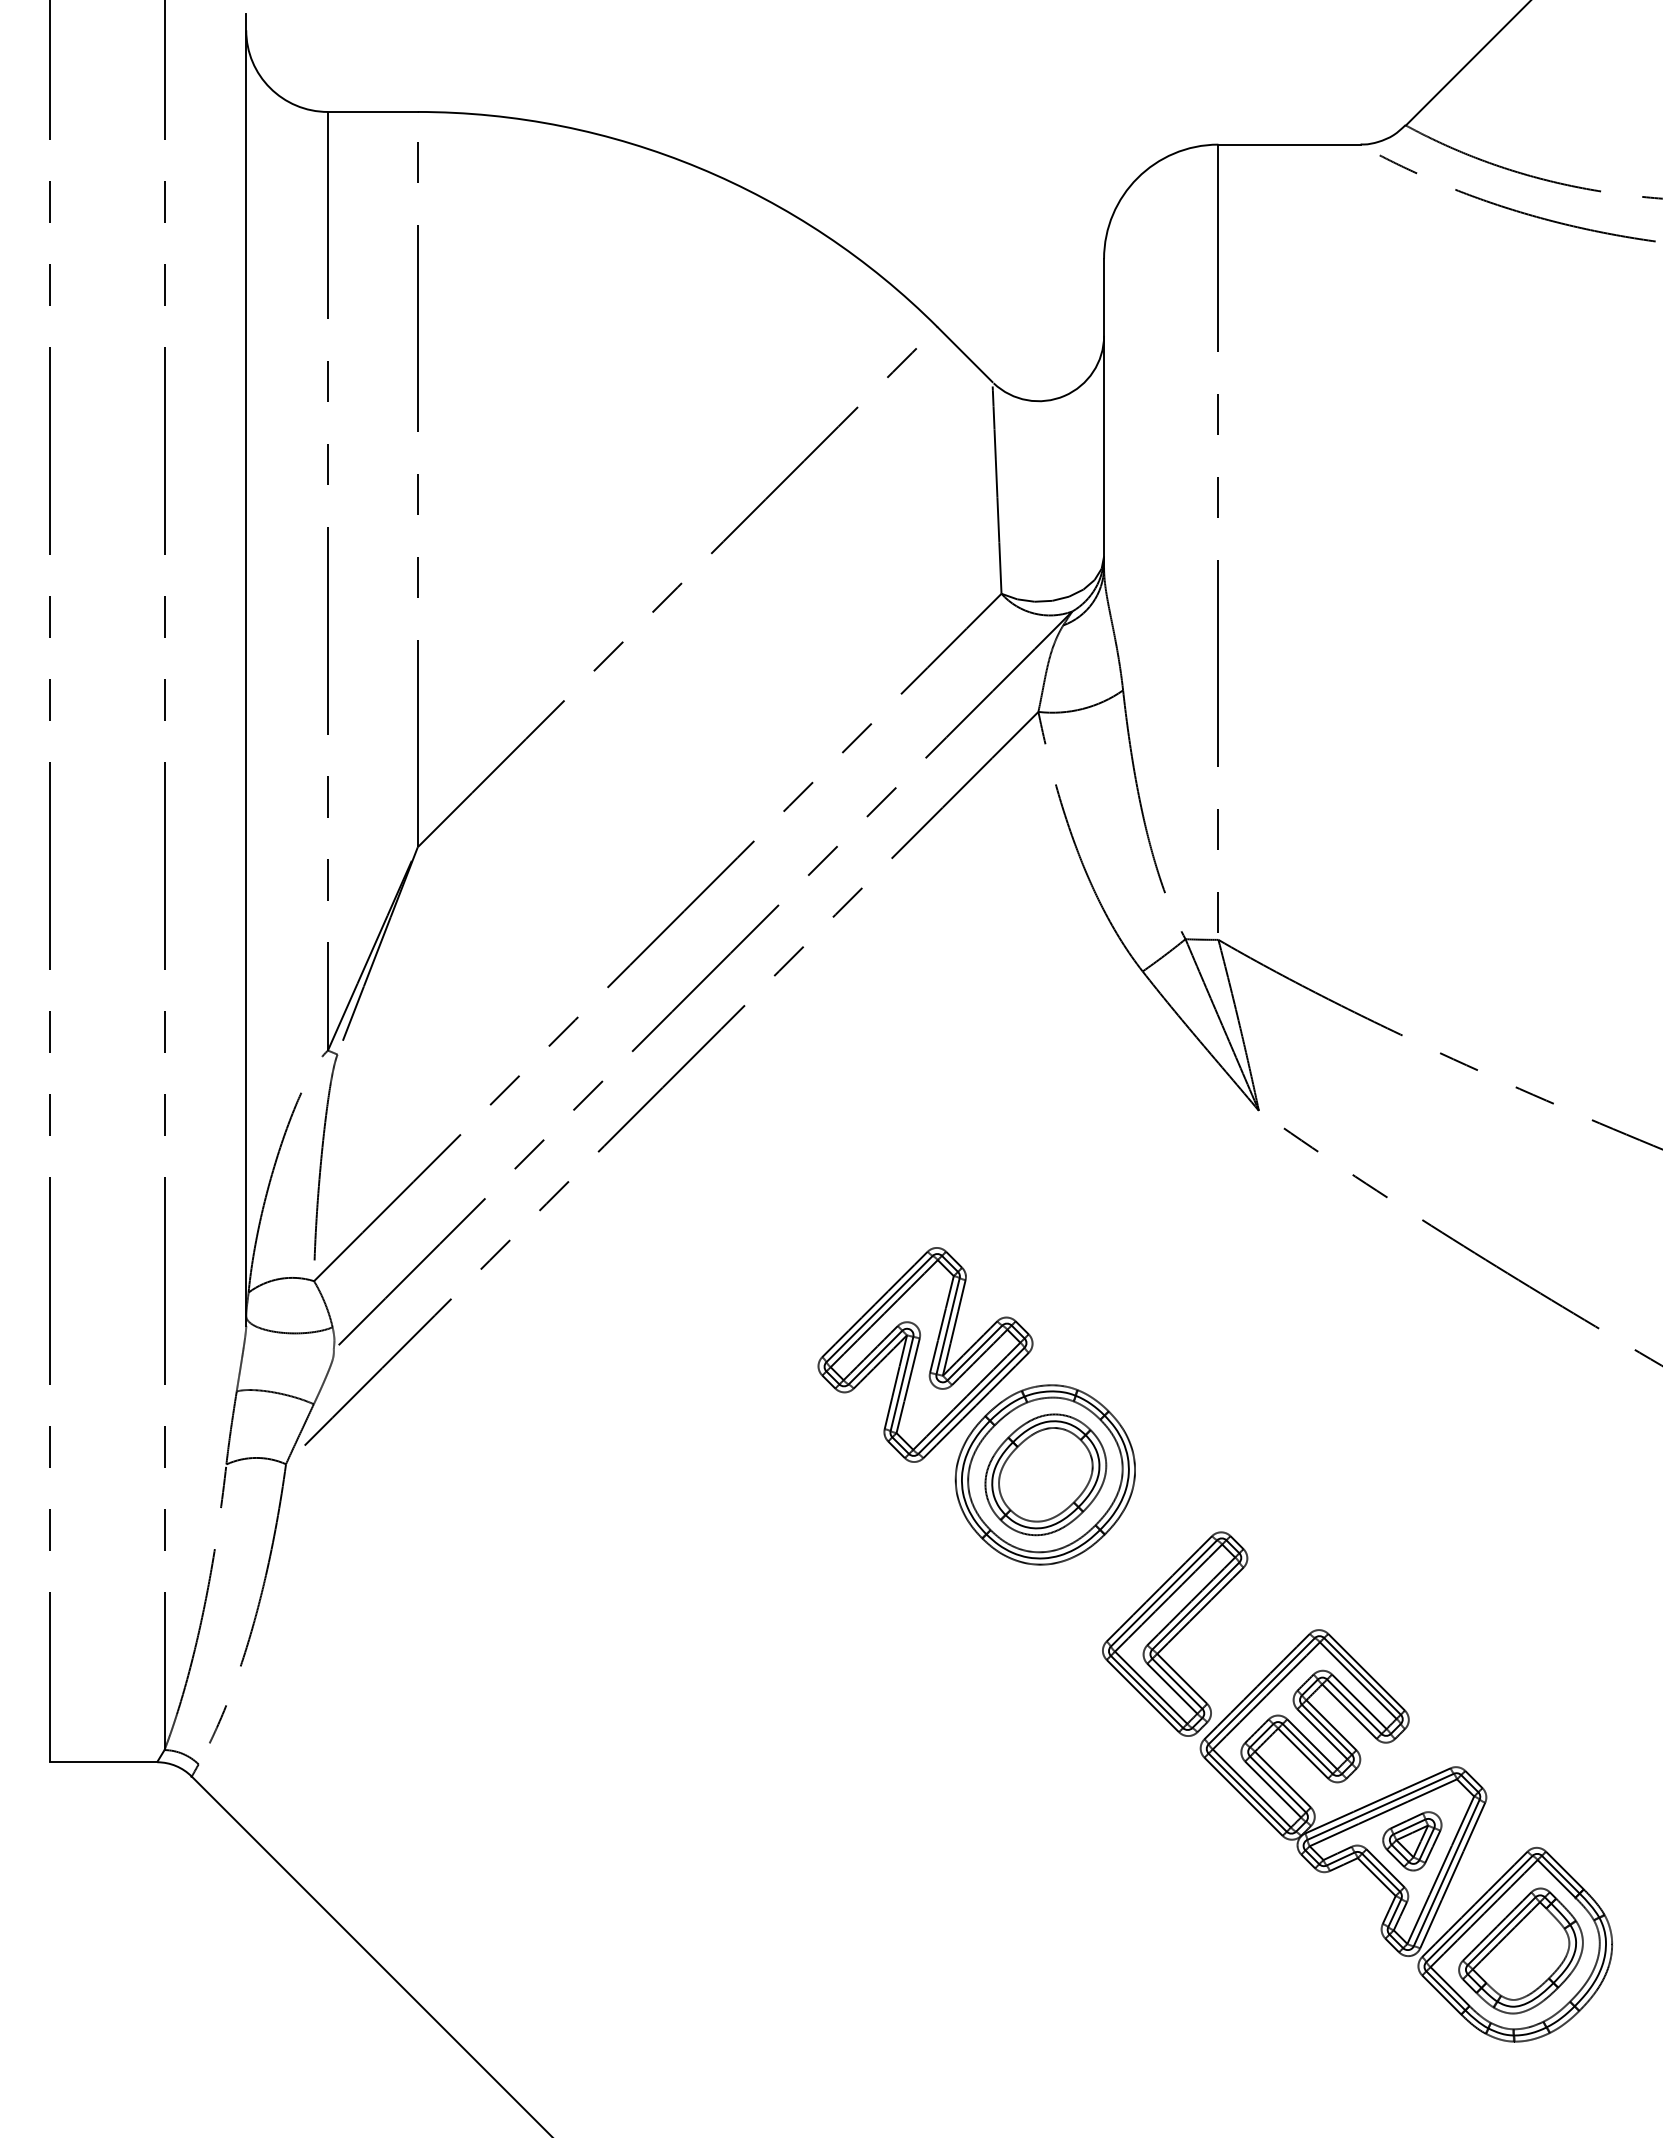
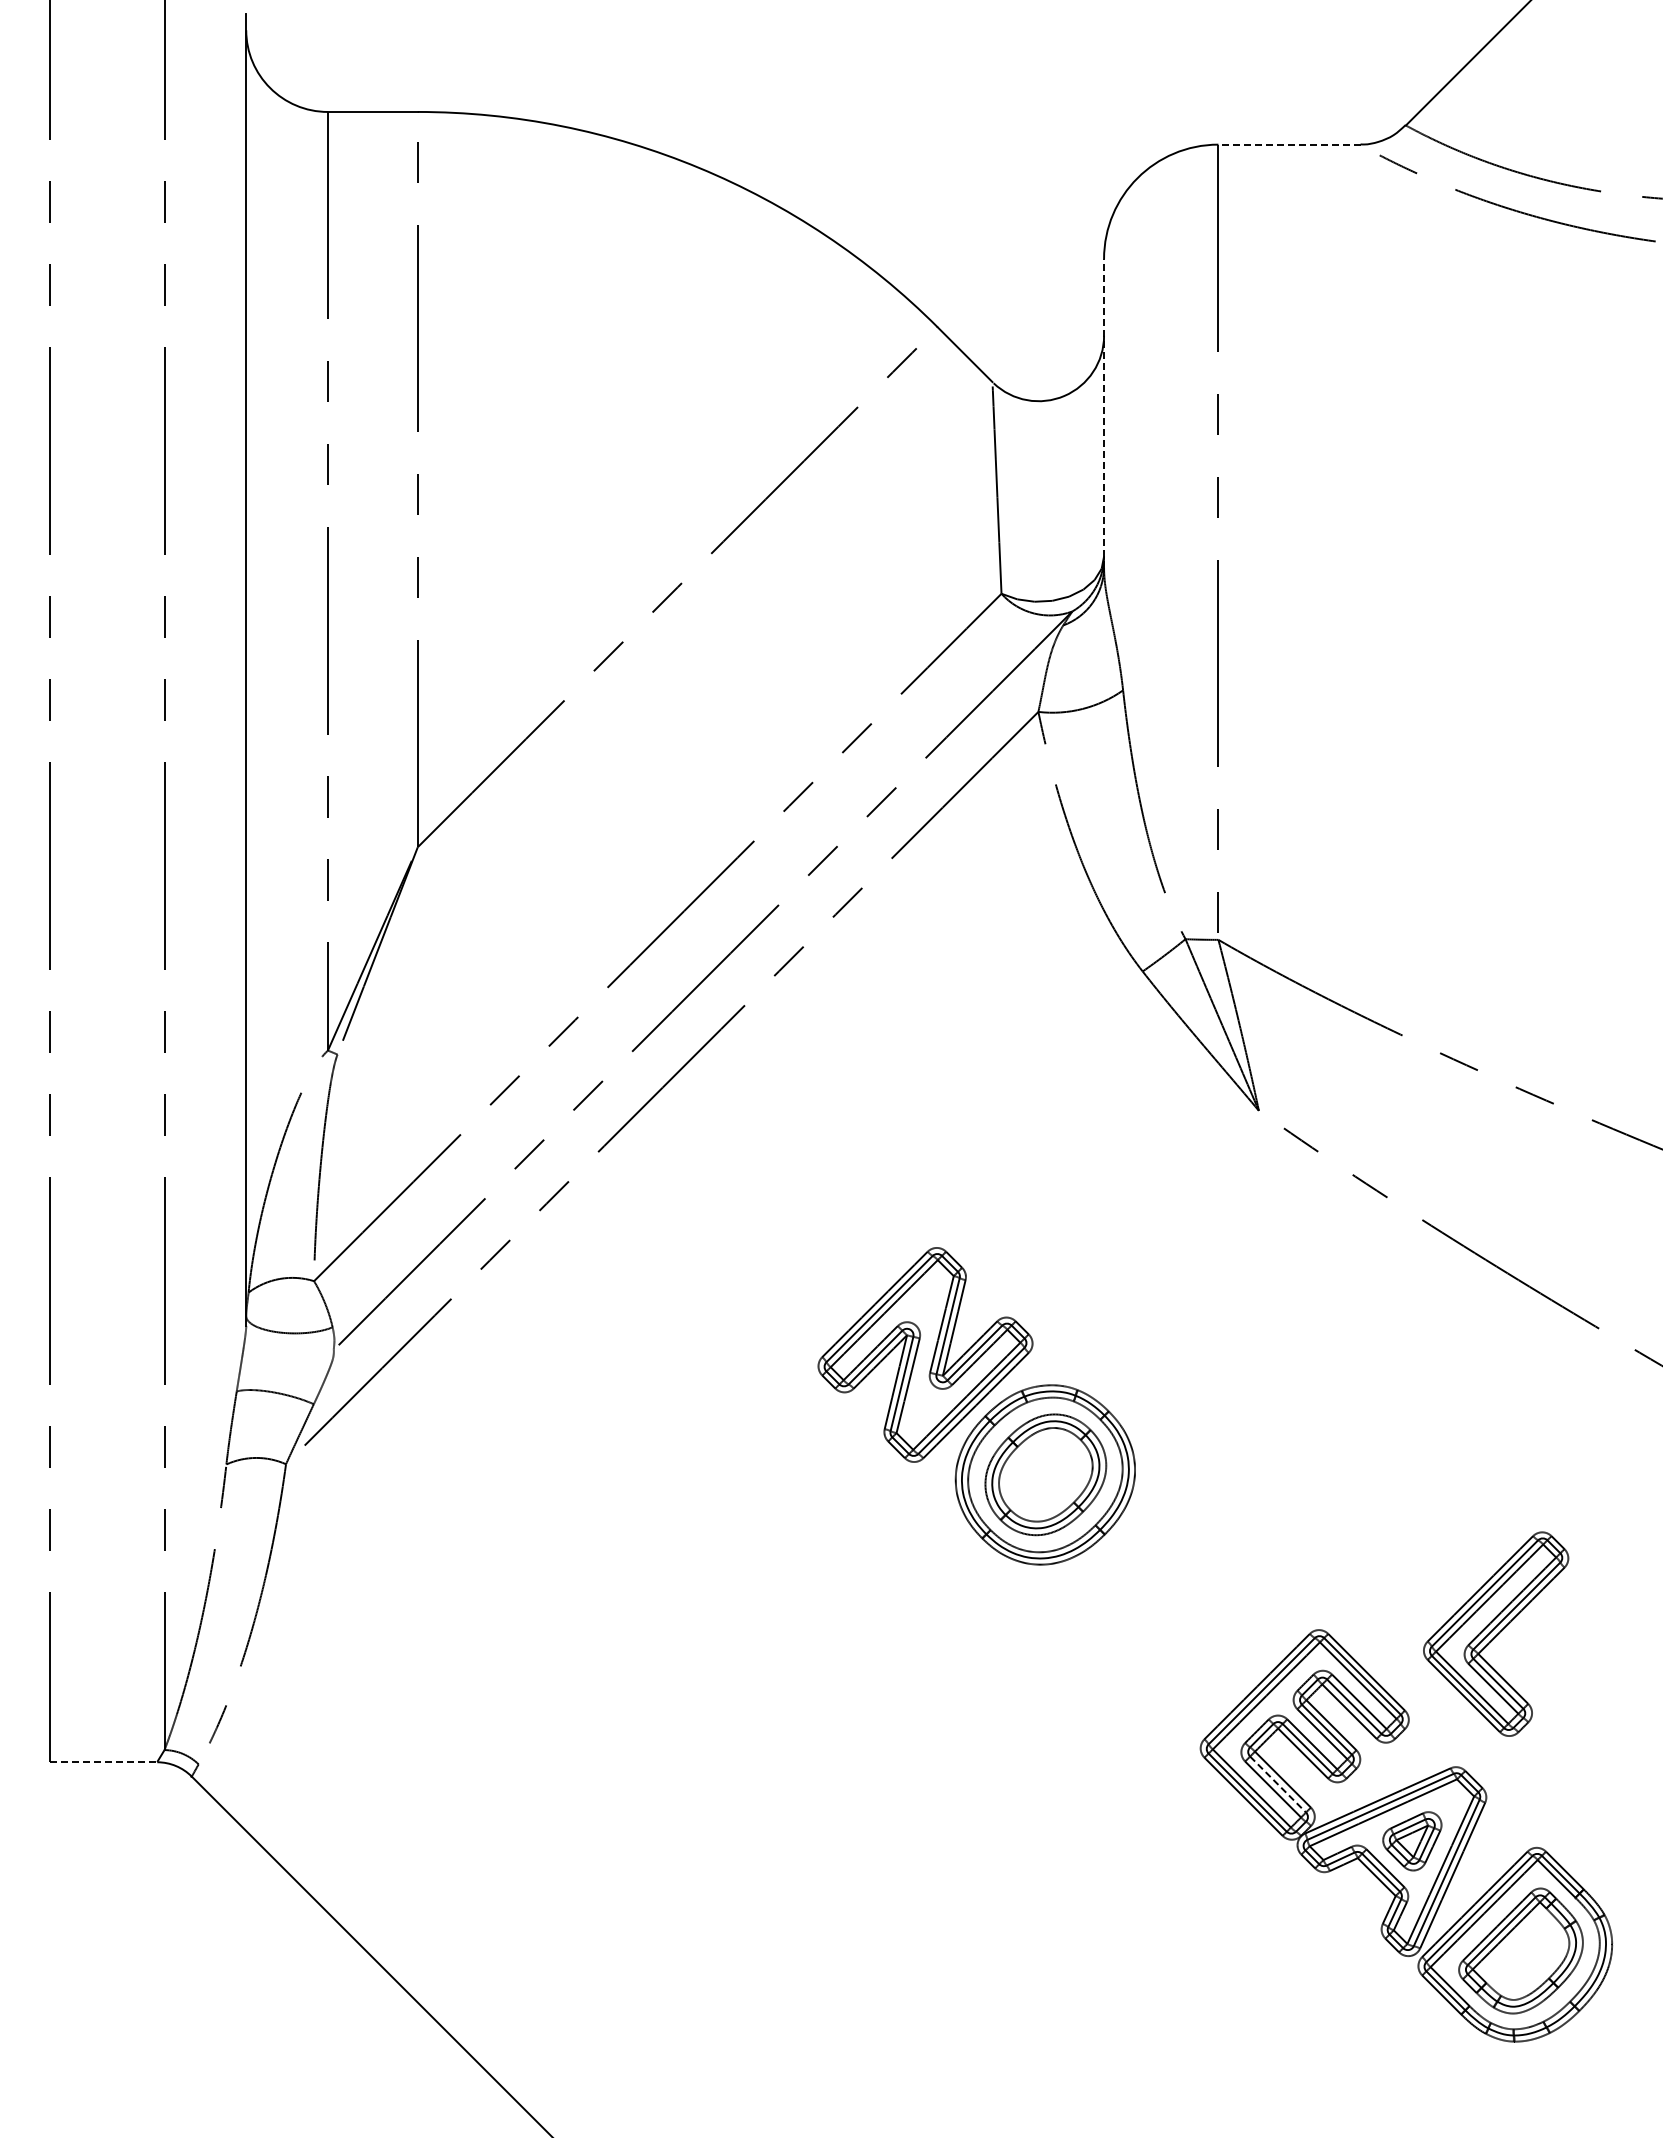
line at (1289, 144): solid -> dashed
line at (1104, 412): solid -> dashed
part at (1175, 1633) position: (1175, 1633) -> (1496, 1633)
line at (103, 1762): solid -> dashed
line at (1278, 1784): solid -> dashed
